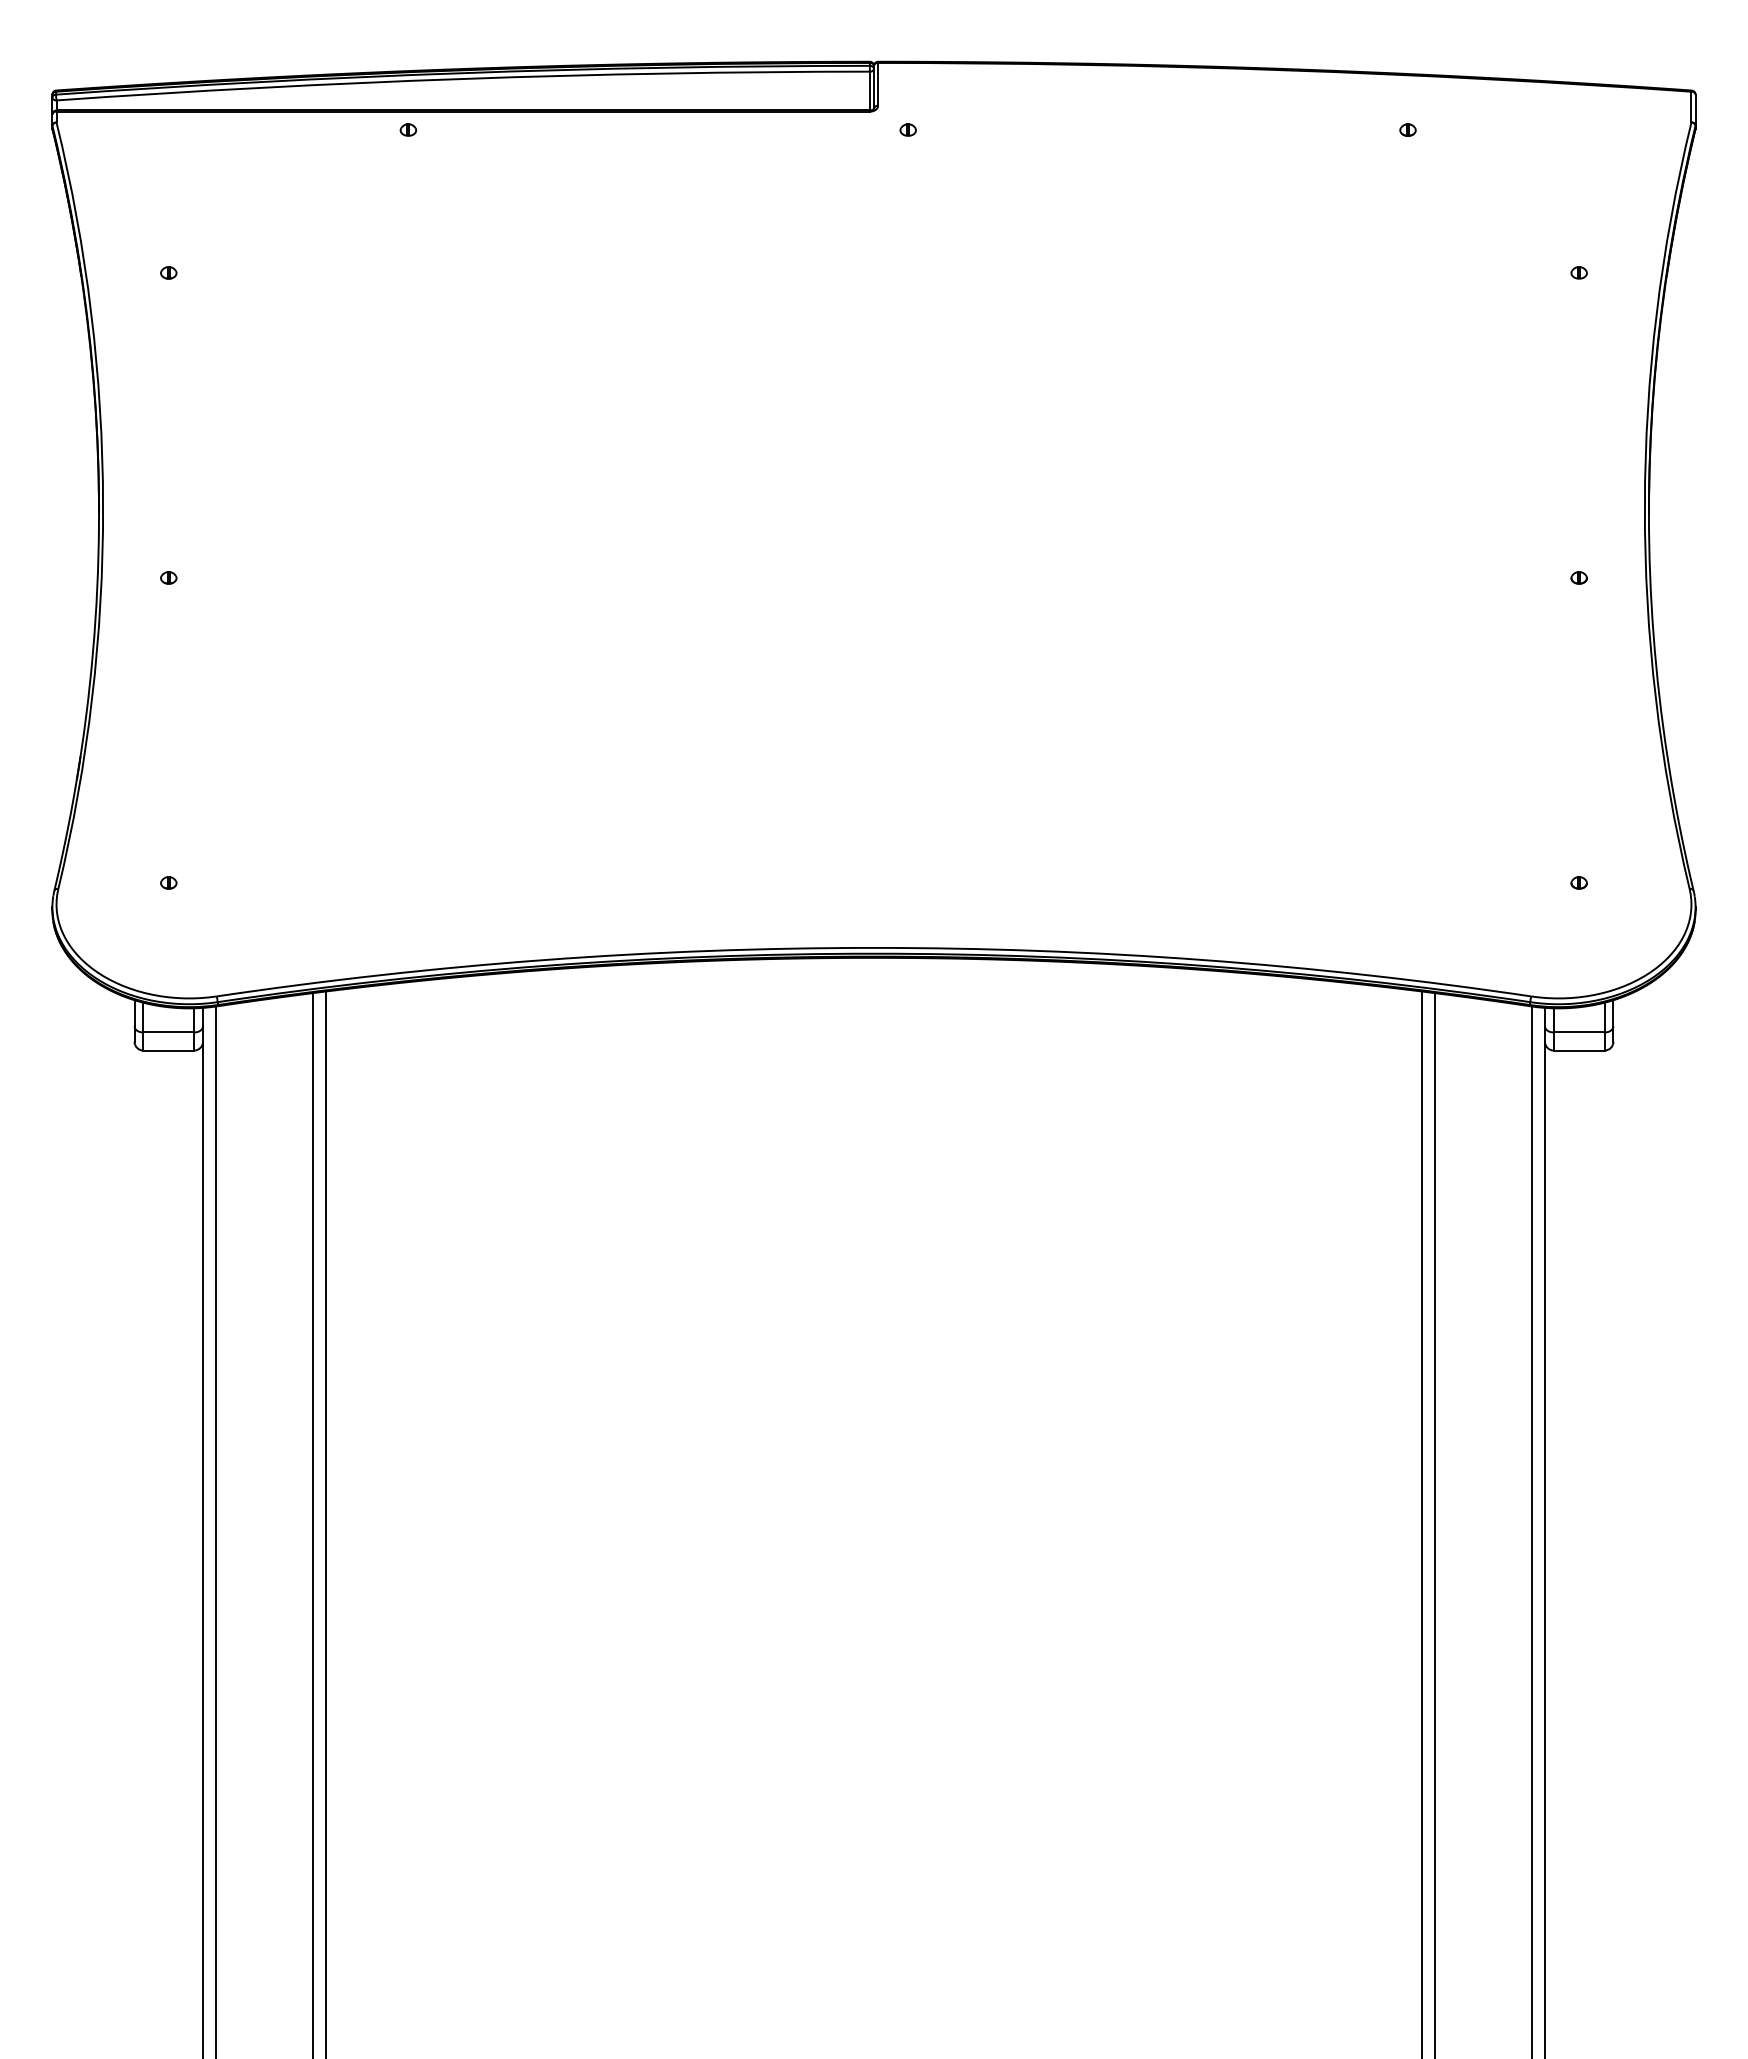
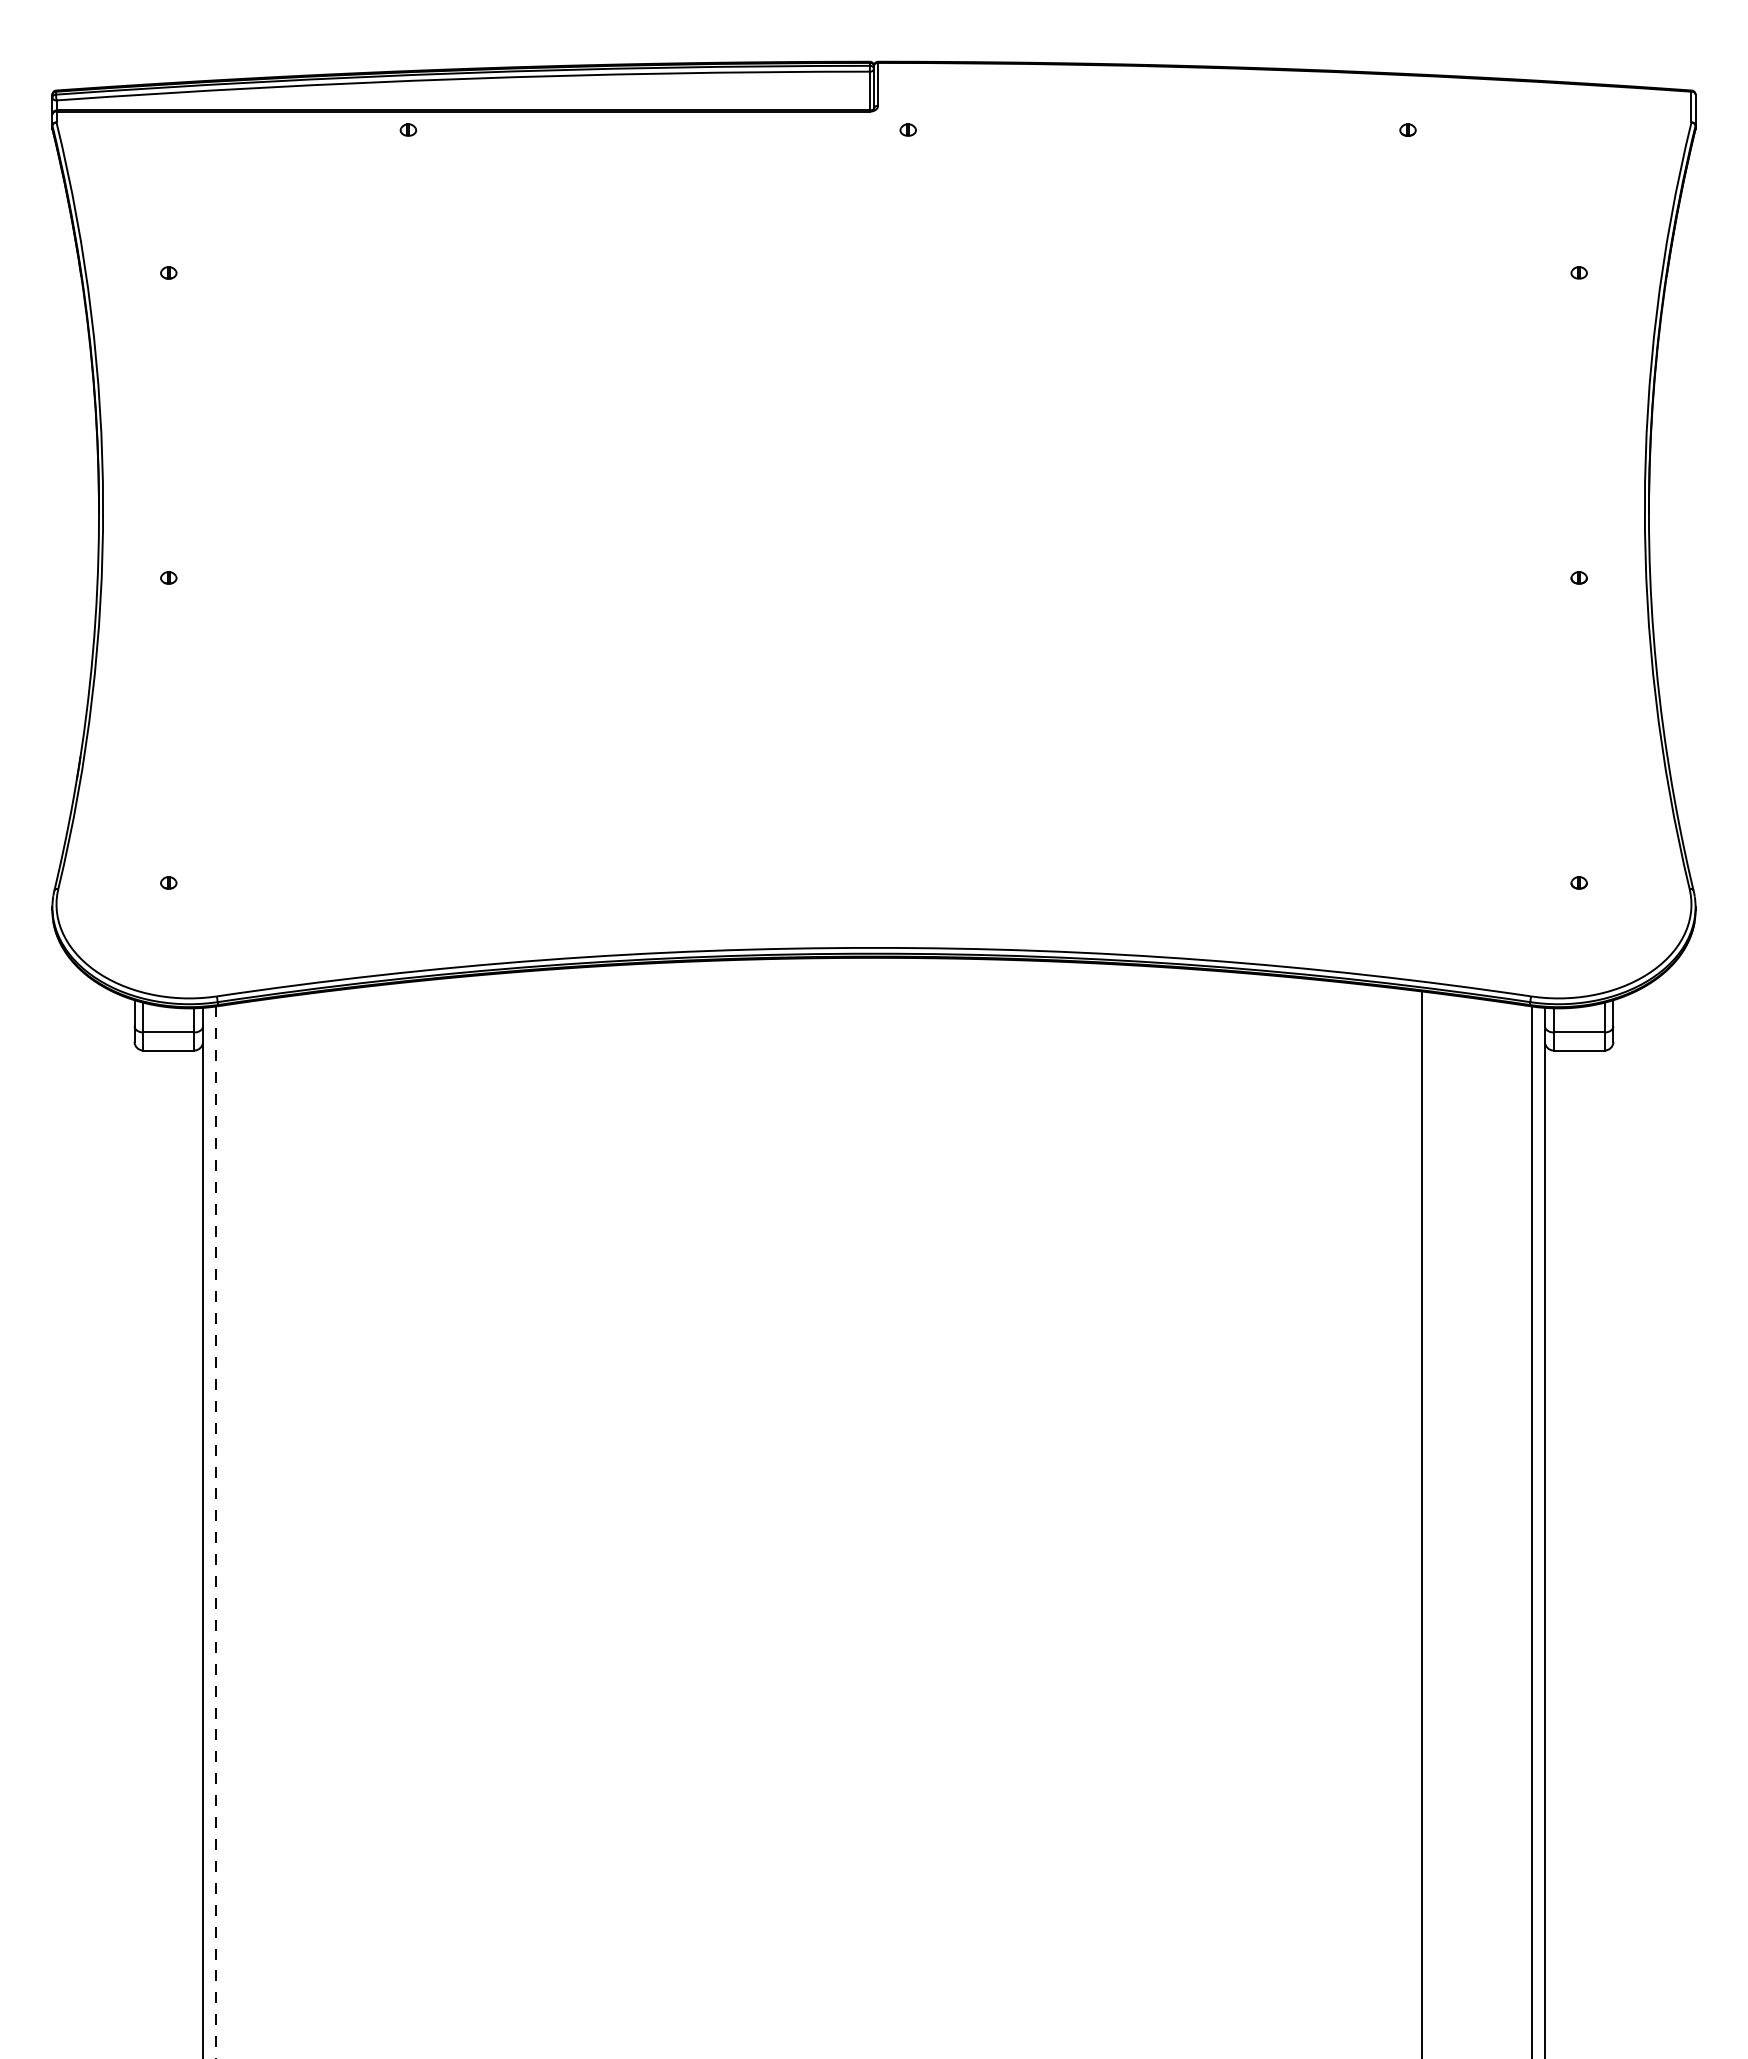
line at (326, 1523): present -> none
line at (313, 1524): present -> none
line at (1434, 1524): present -> none
line at (216, 1533): solid -> dashed
